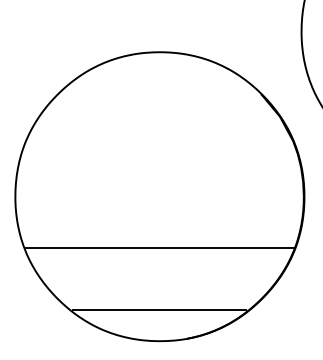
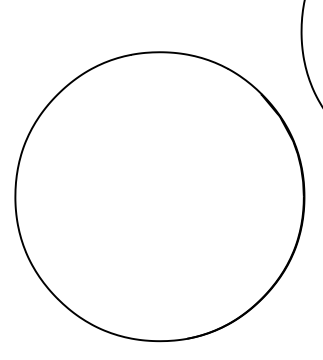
line at (159, 248): present -> none
line at (159, 310): present -> none
